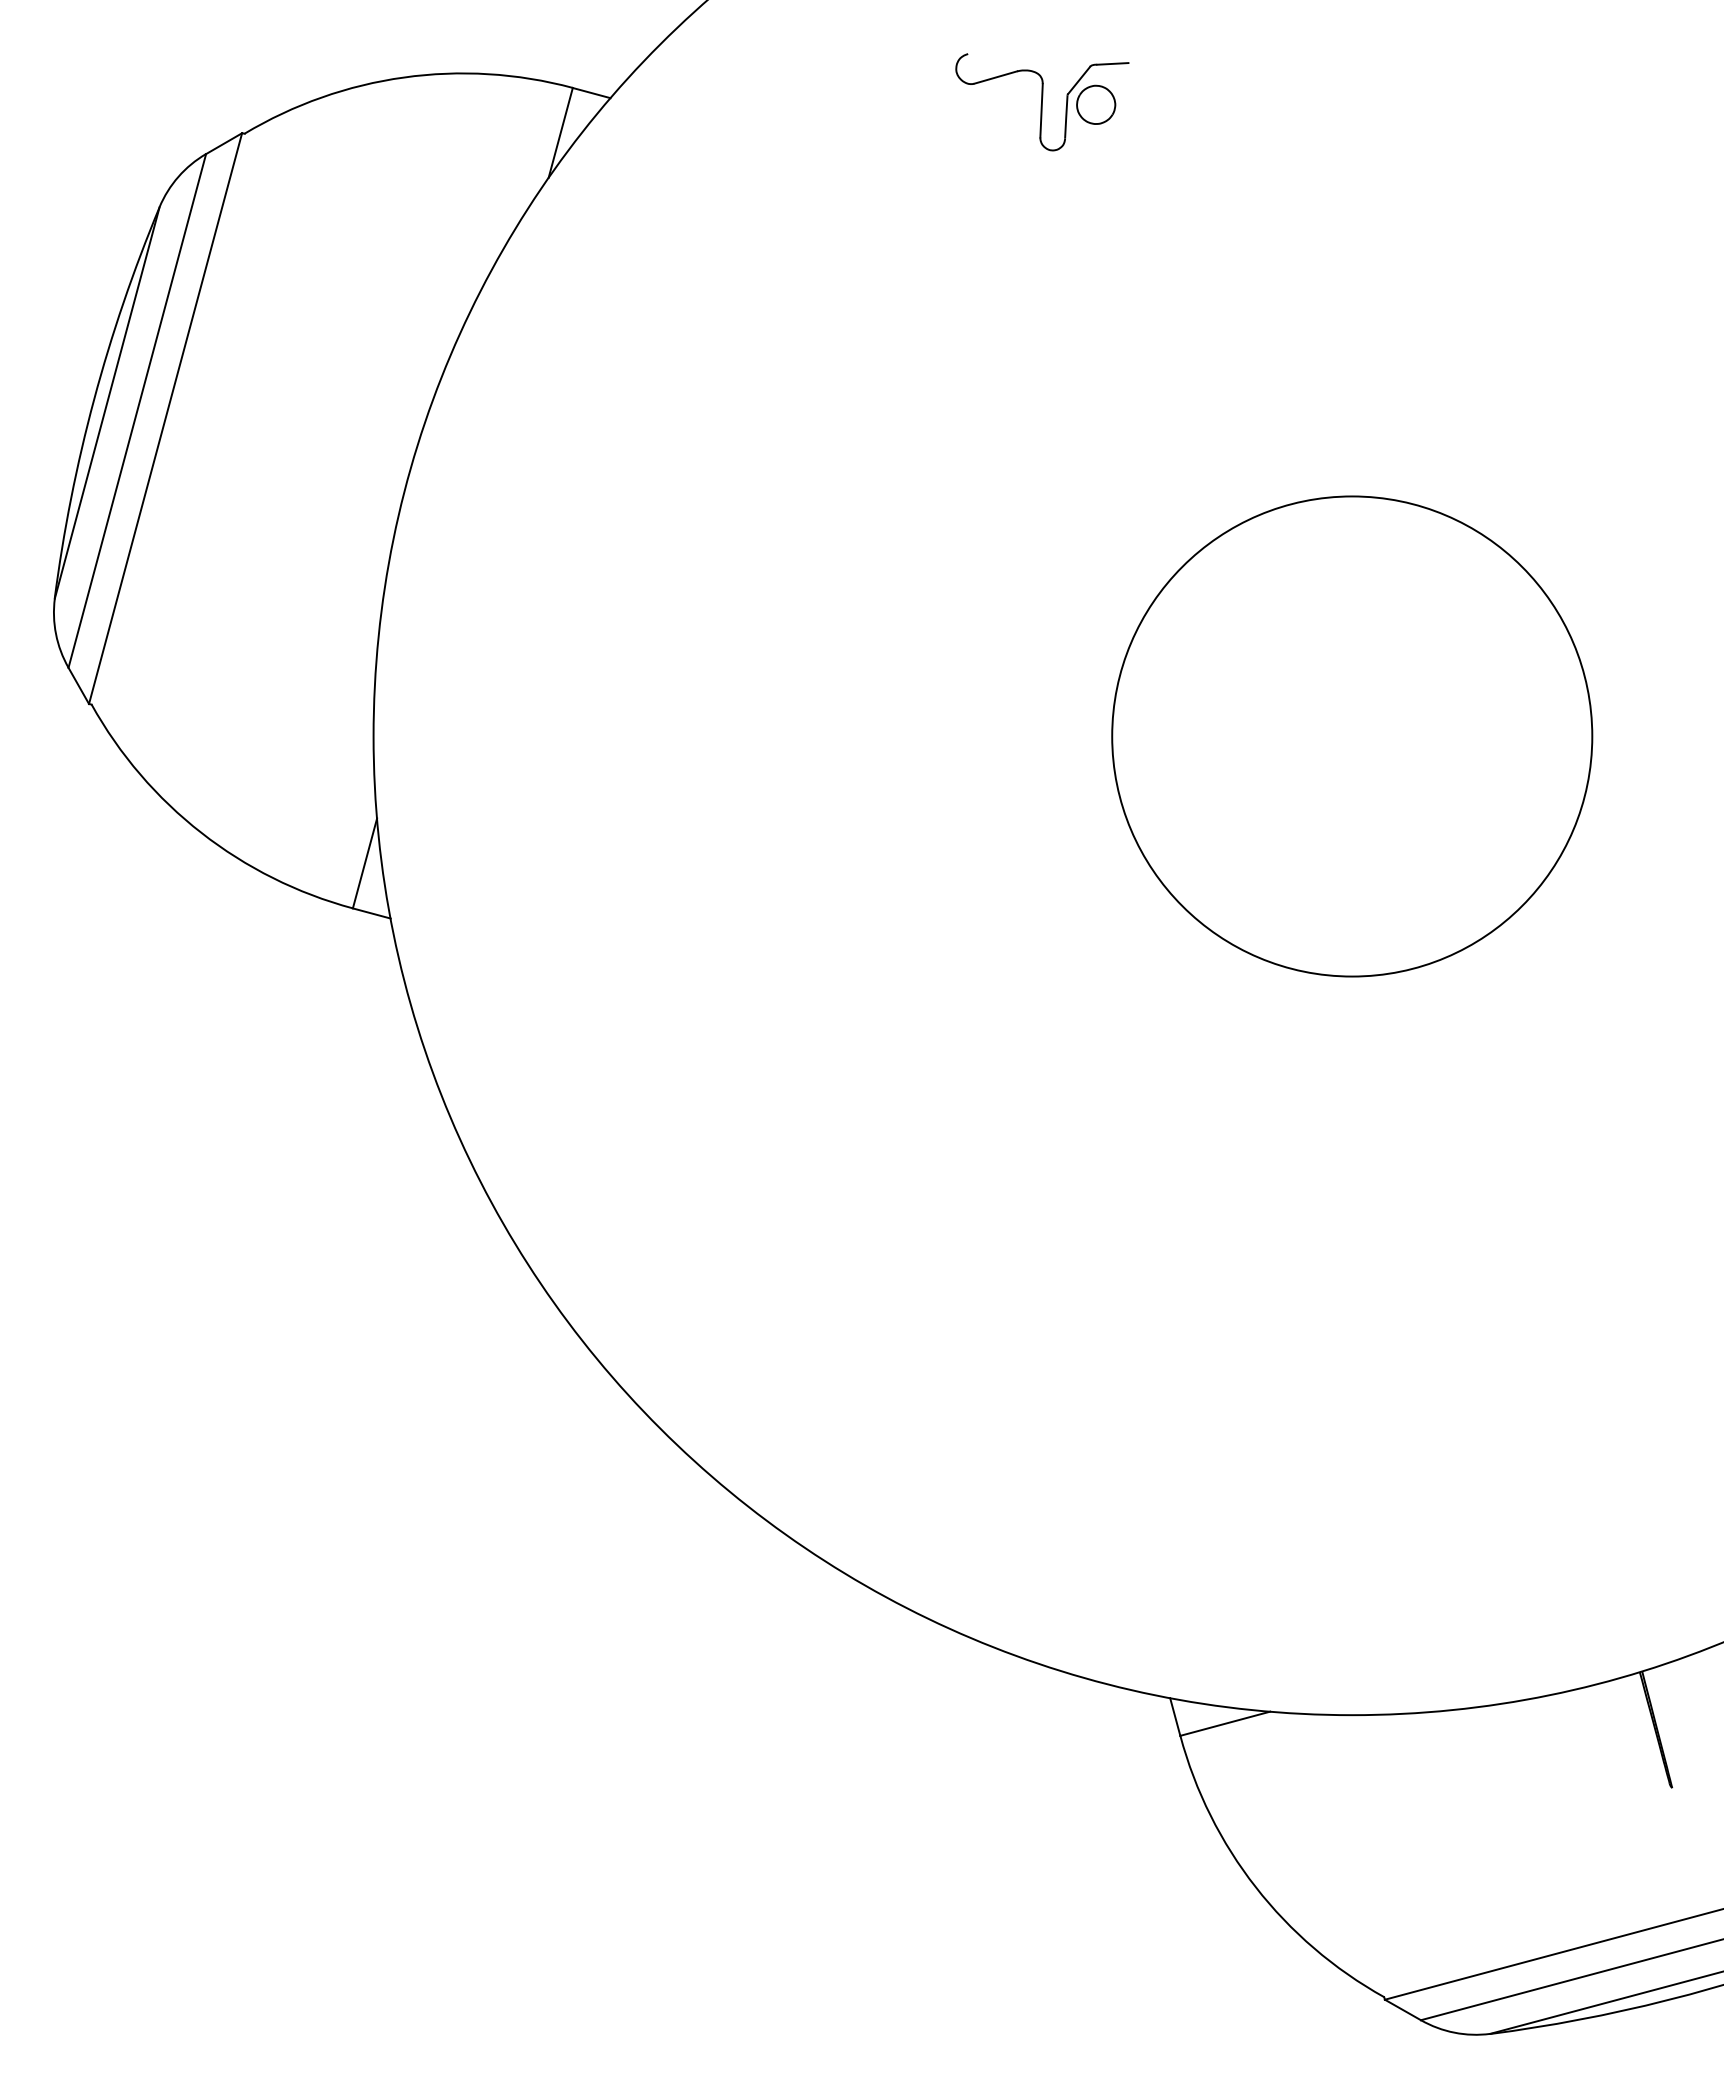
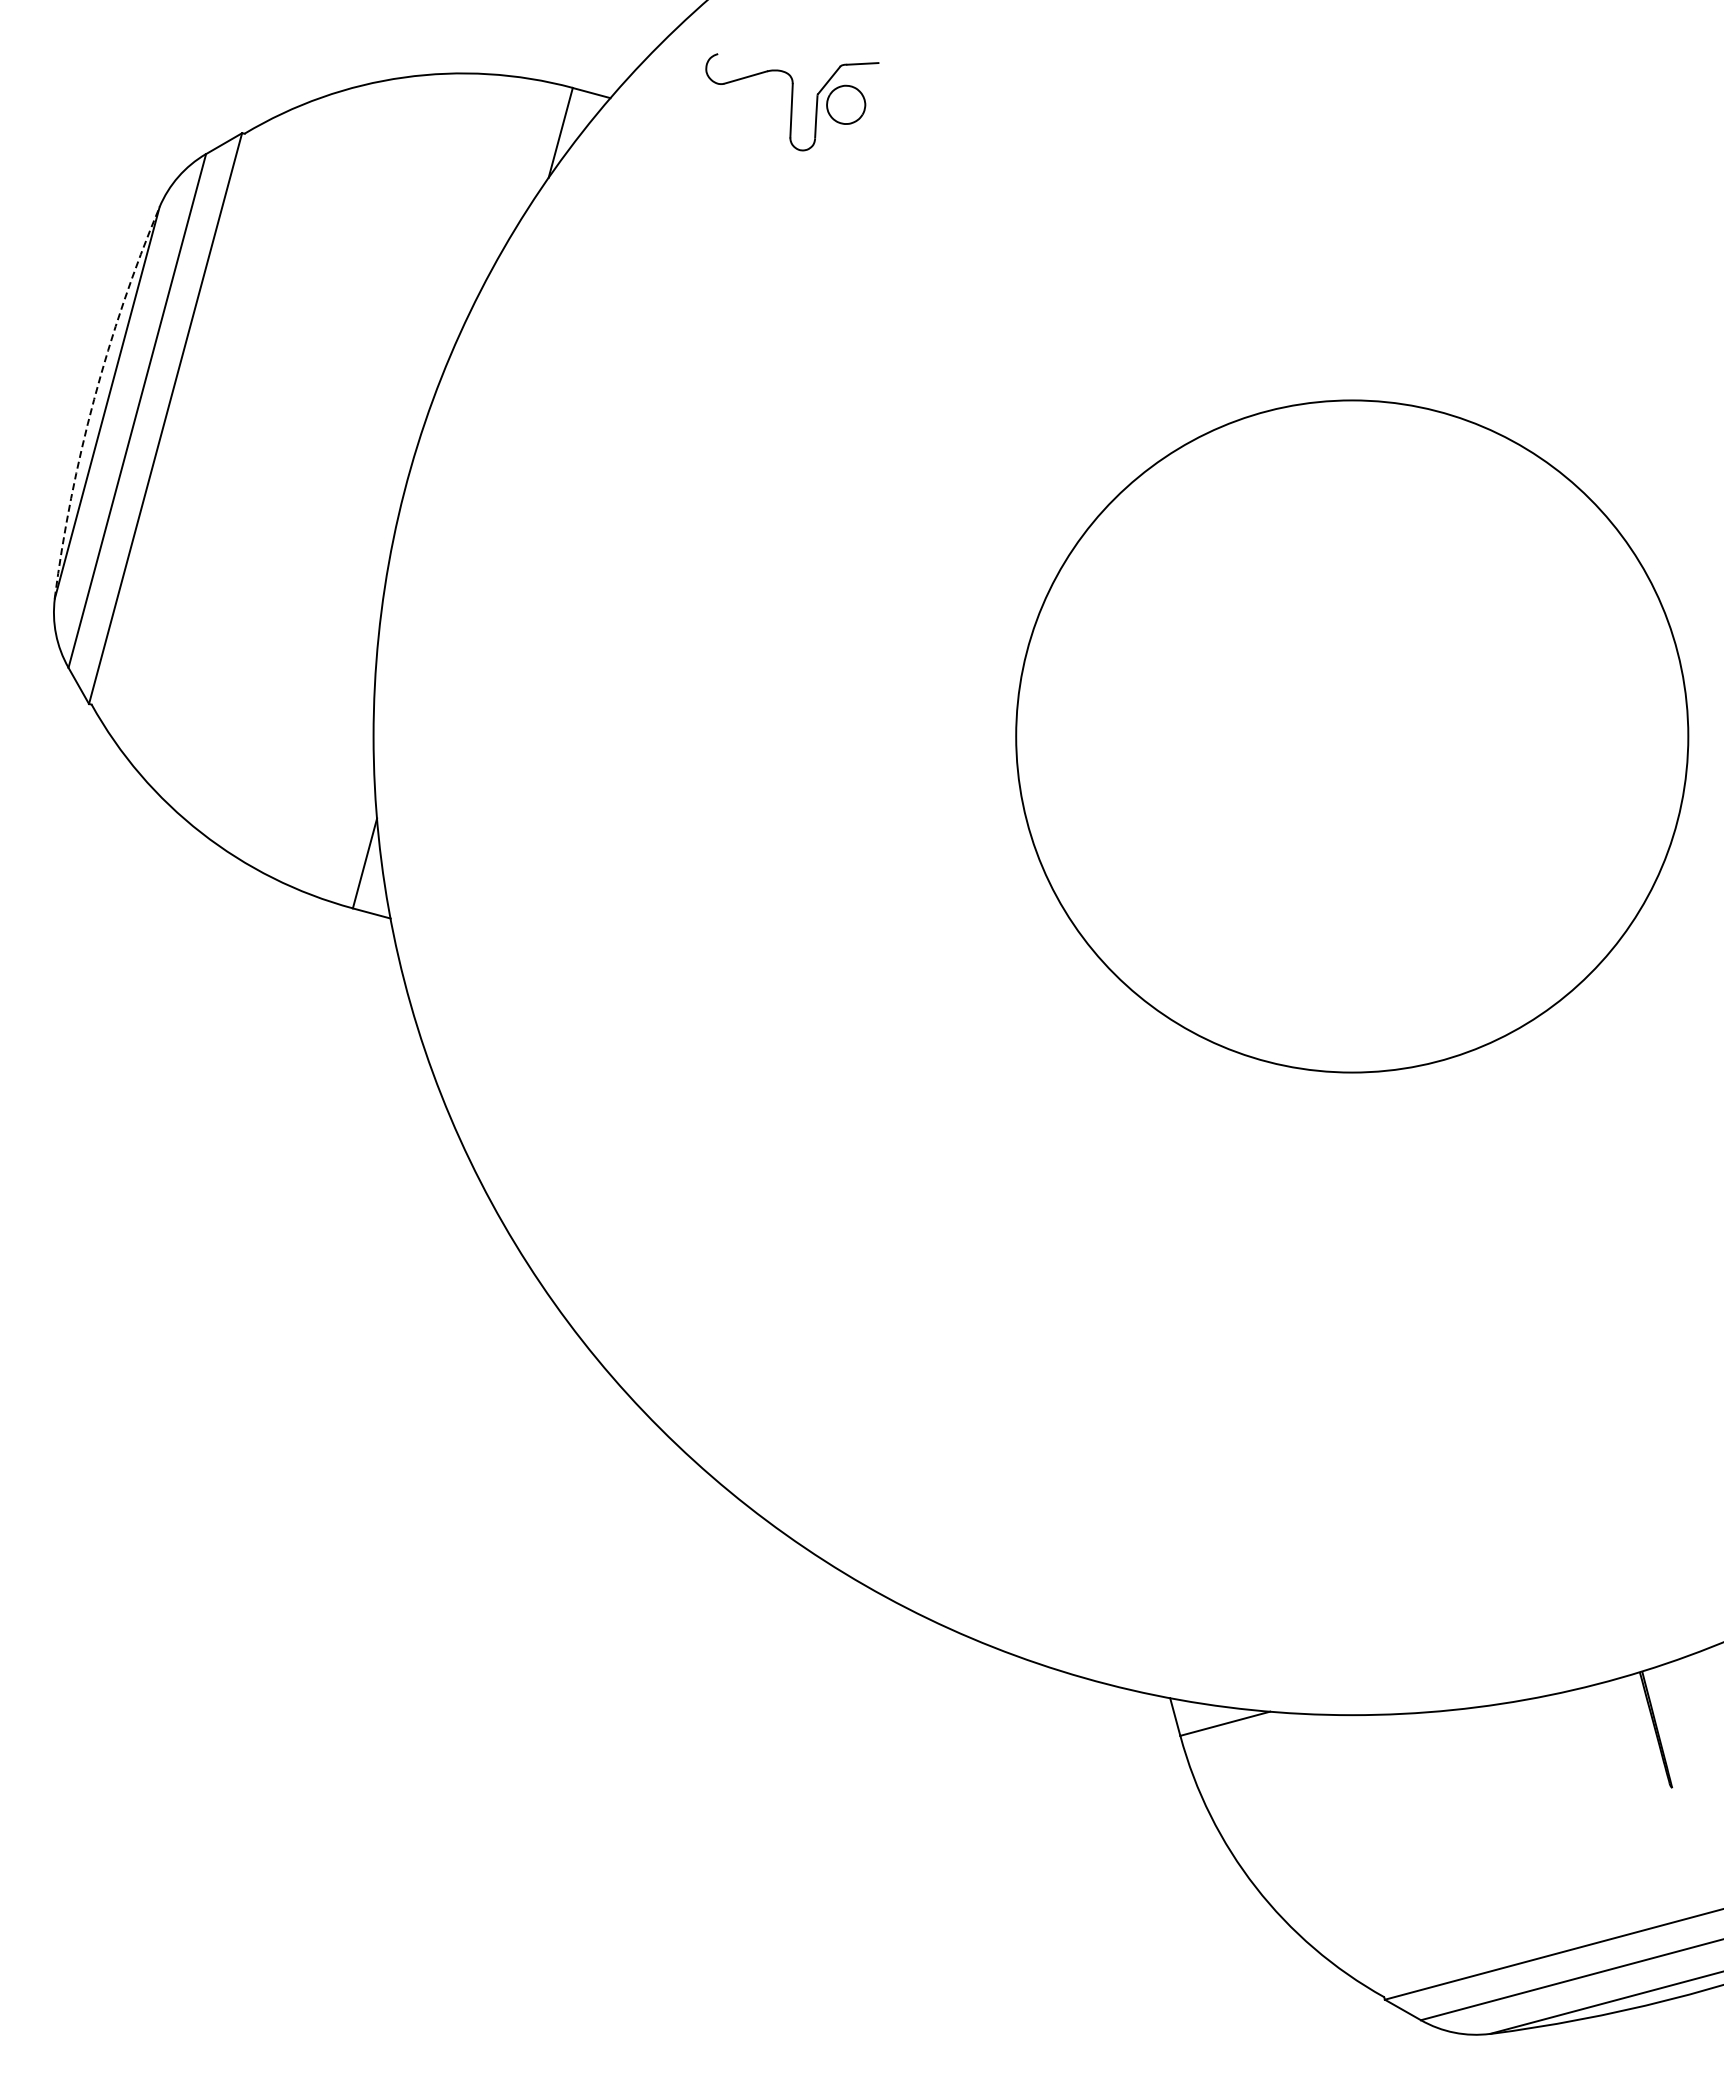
part at (1042, 102) position: (1042, 102) -> (792, 102)
arc at (94, 399): solid -> dashed
circle at (1352, 736) diameter: 480 px -> 672 px
